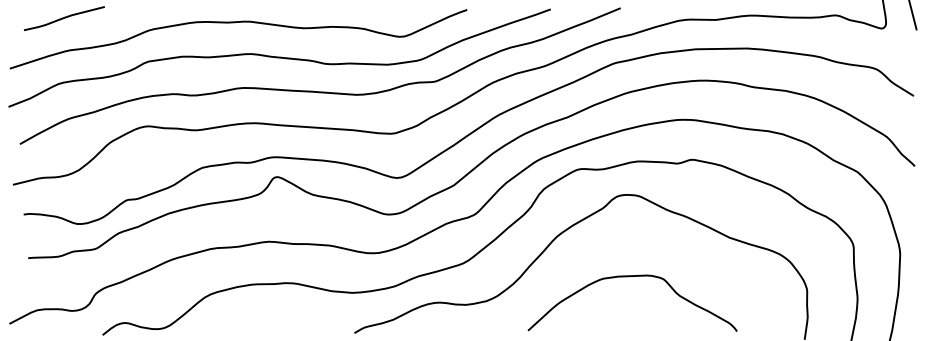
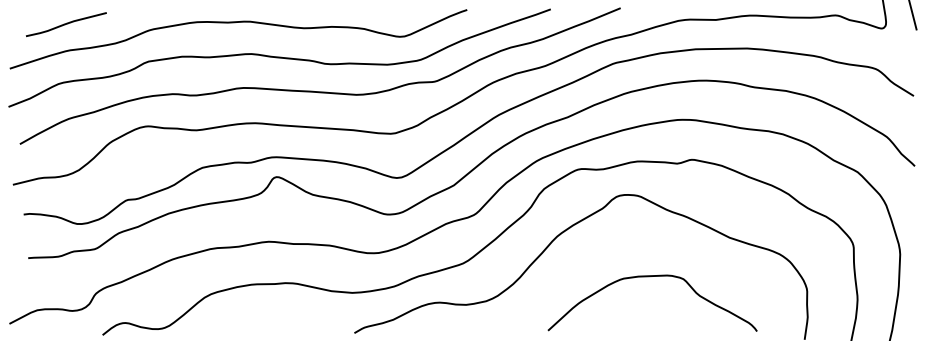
curve at (64, 18) position: (64, 18) -> (66, 24)
curve at (629, 277) position: (629, 277) -> (649, 277)
